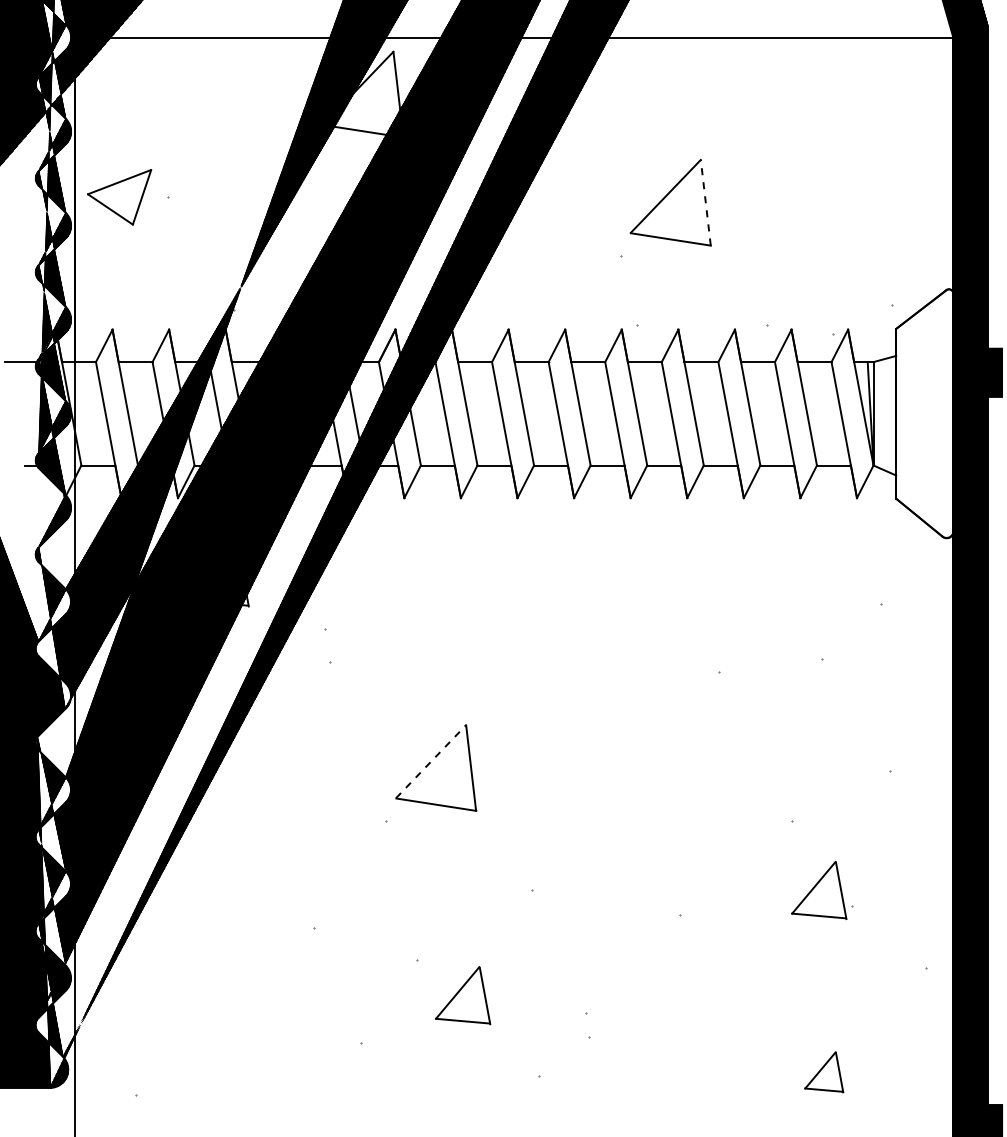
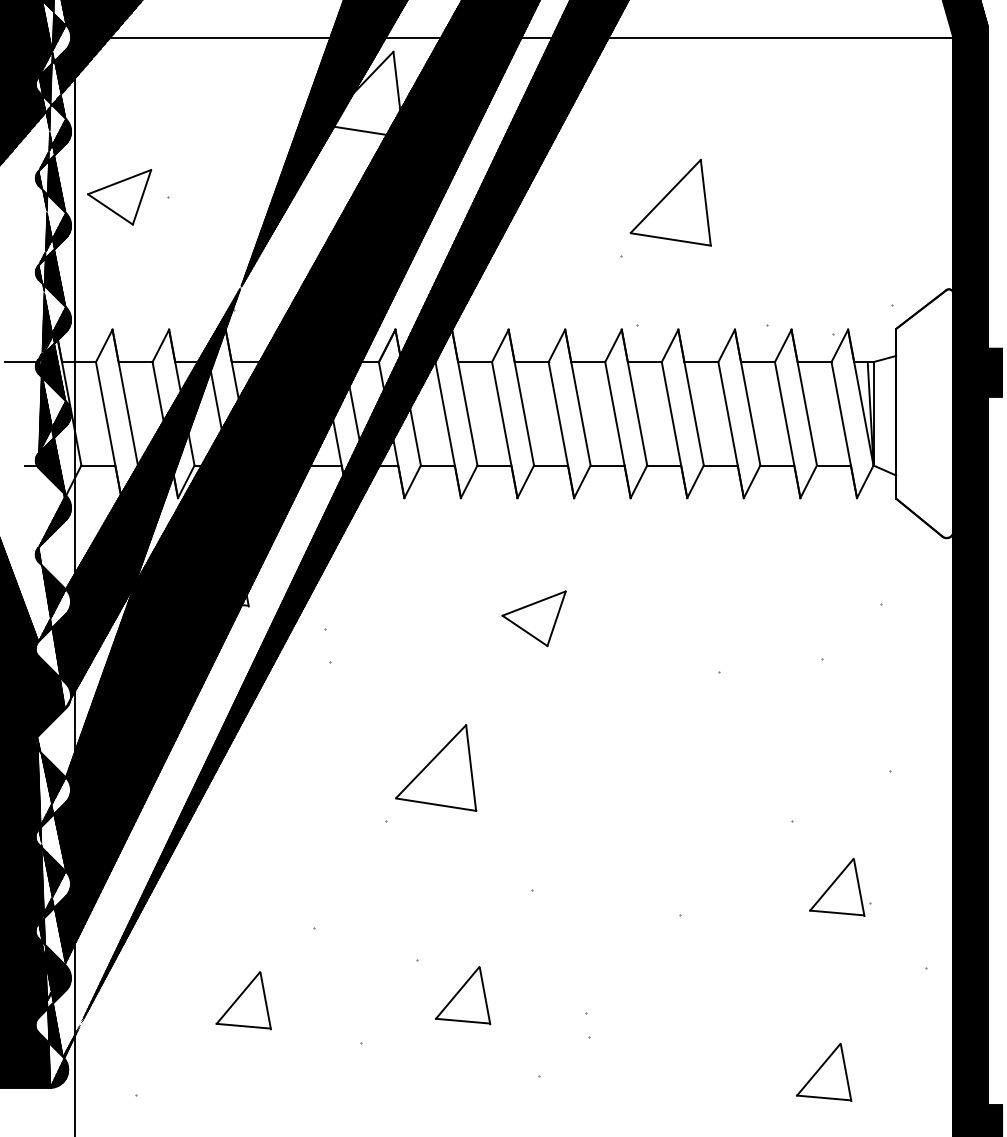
line at (705, 202): dashed -> solid
part at (533, 618): none -> present
line at (431, 761): dashed -> solid
part at (822, 889) position: (822, 889) -> (840, 886)
part at (243, 1000): none -> present
part at (824, 1072) size: 41x43 px -> 57x60 px
